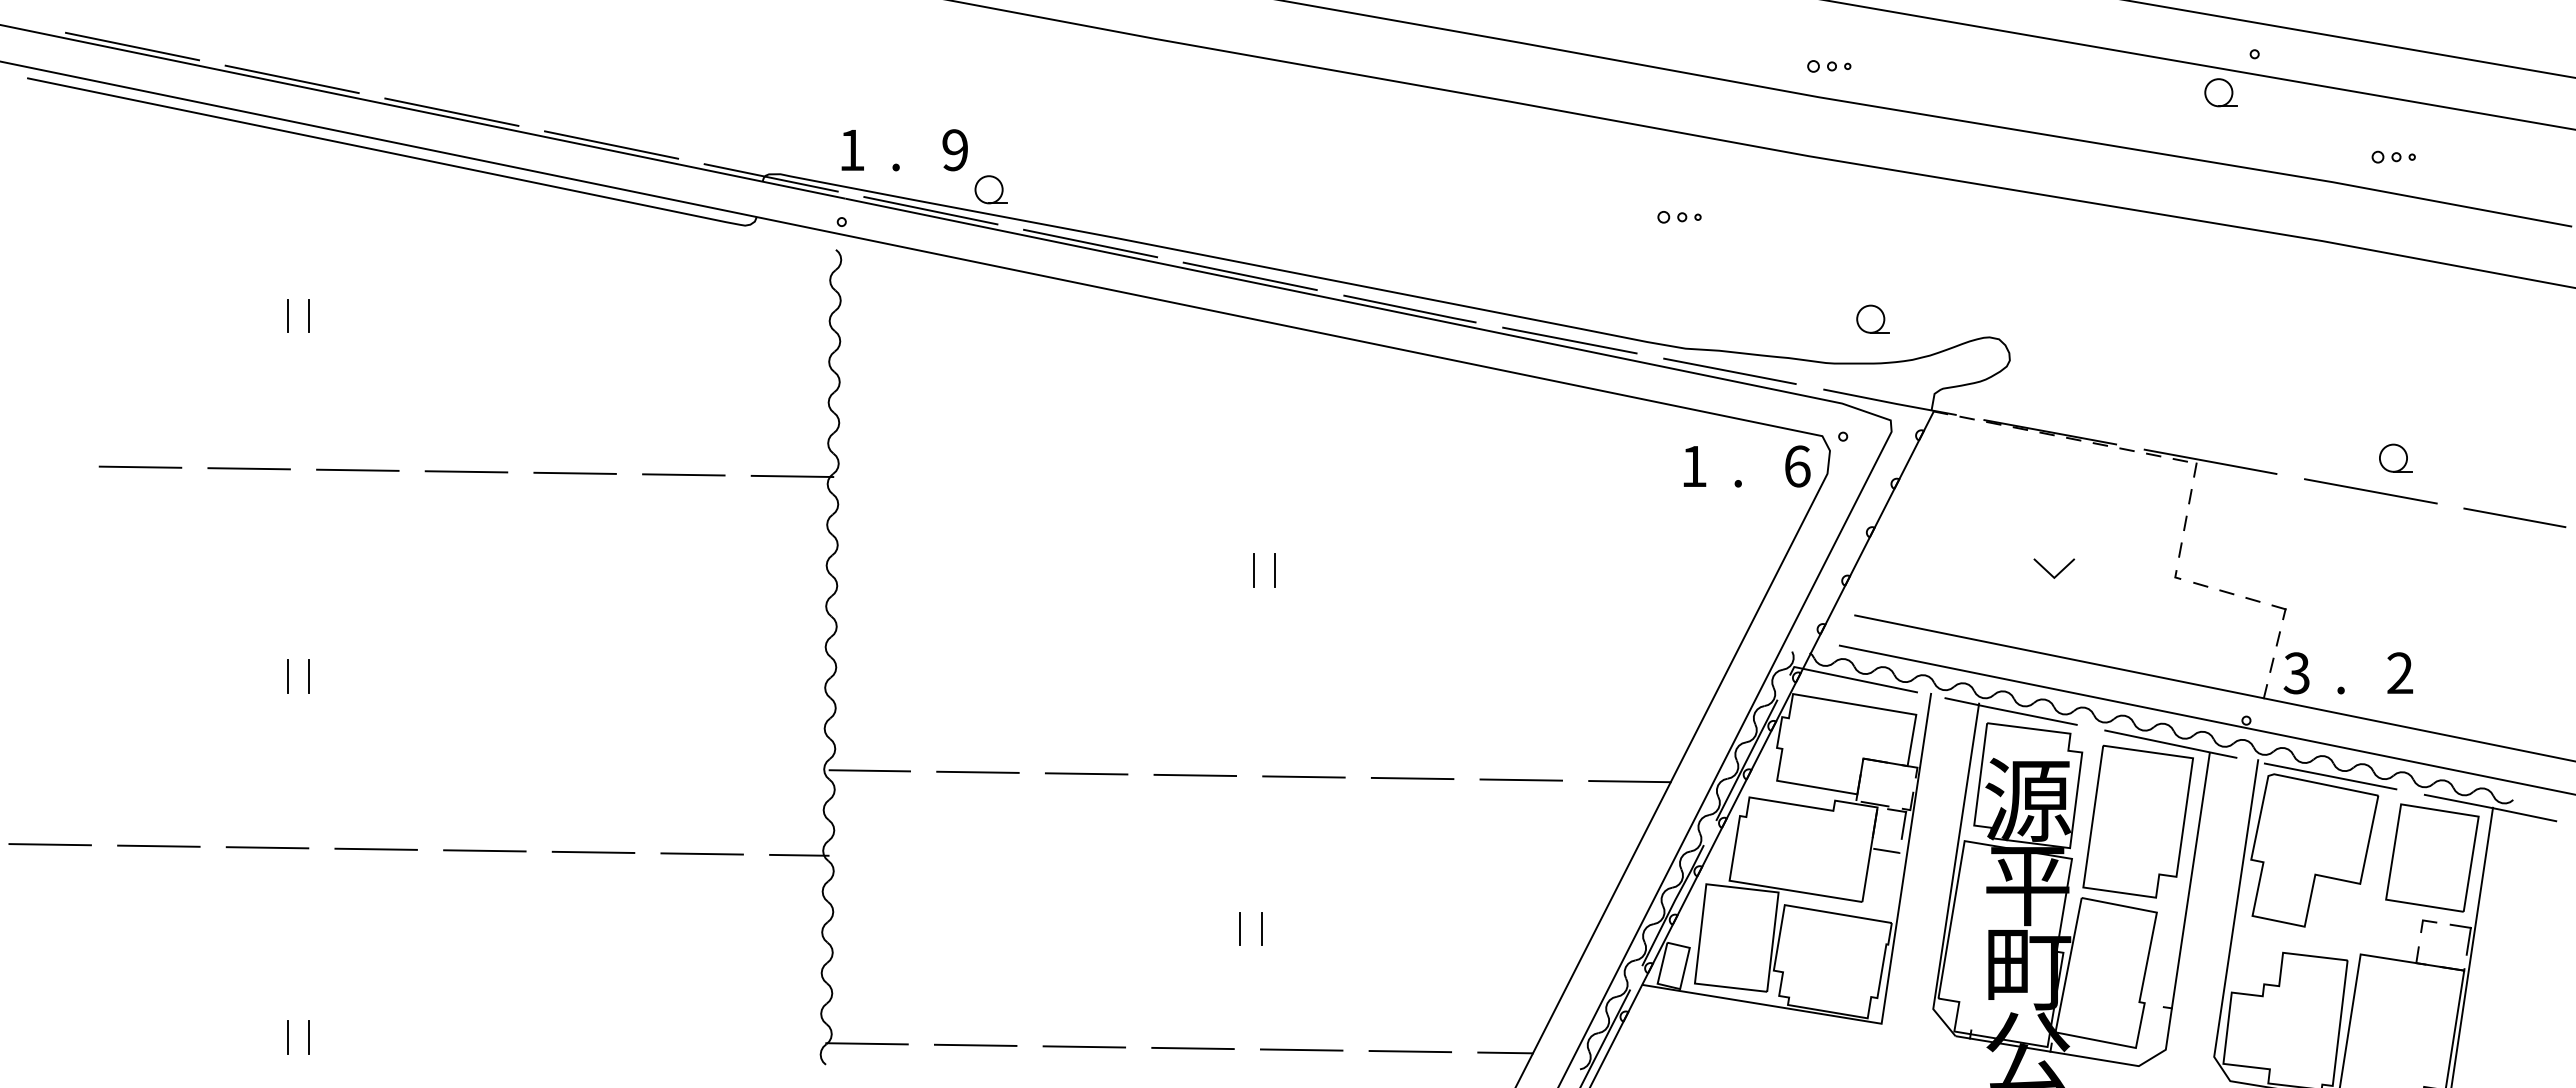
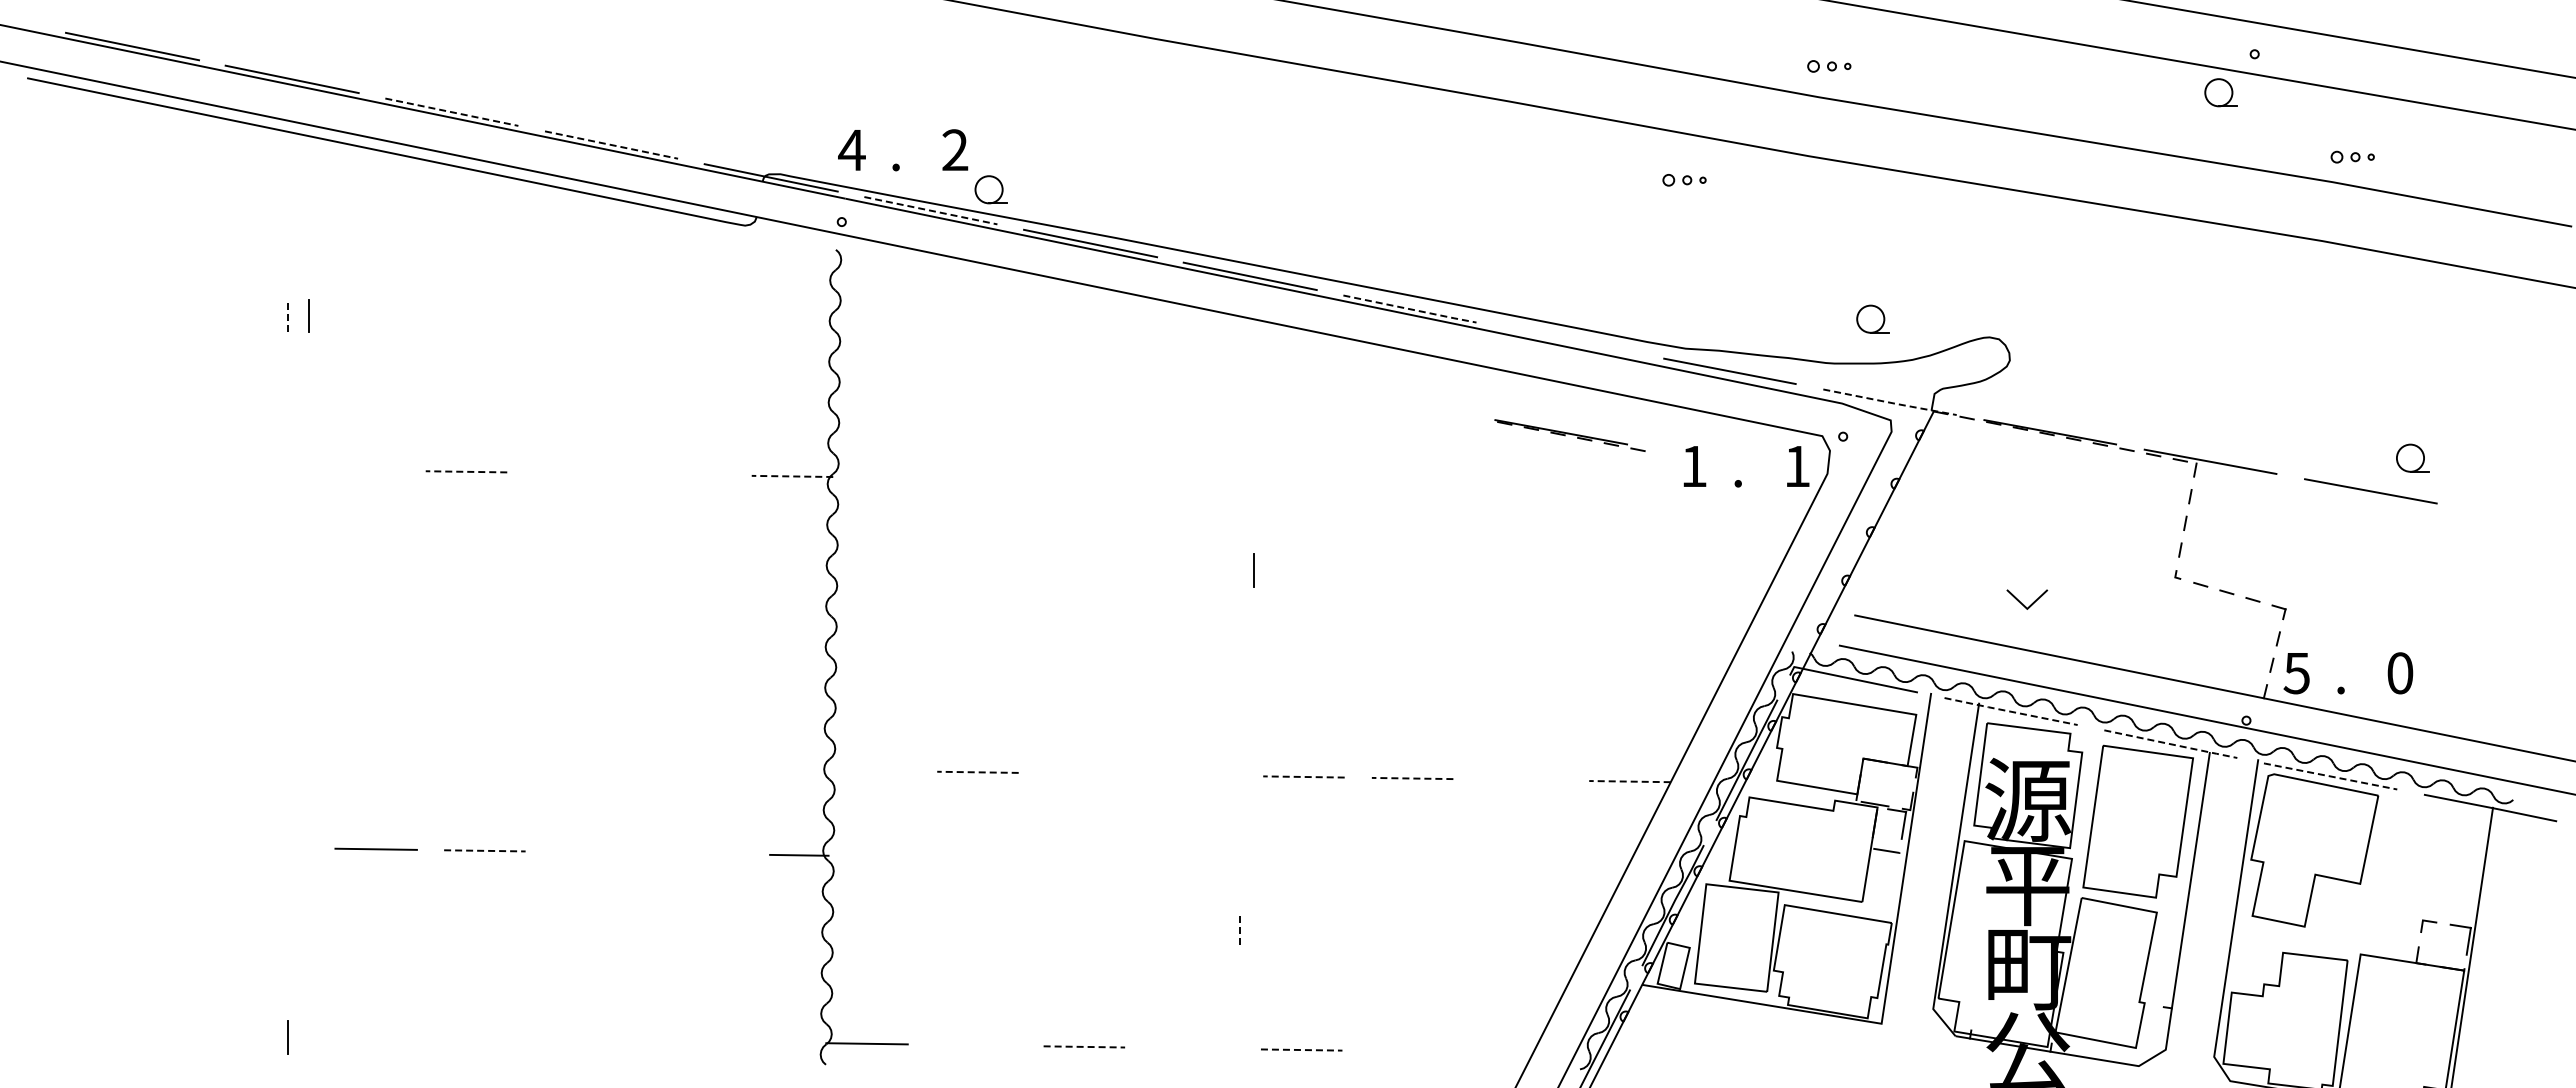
line at (451, 112): solid -> dashed
line at (611, 145): solid -> dashed
text at (851, 150): 1 -> 4
text at (955, 150): 9 -> 2
part at (2393, 156) position: (2393, 156) -> (2352, 156)
line at (930, 210): solid -> dashed
part at (1679, 217) position: (1679, 217) -> (1684, 180)
line at (1410, 309): solid -> dashed
line at (287, 315): solid -> dashed
line at (1569, 340): present -> none
line at (1891, 403): solid -> dashed
part at (1569, 435): none -> present
part at (2395, 457) position: (2395, 457) -> (2412, 457)
line at (140, 466): present -> none
text at (1797, 466): 6 -> 1
line at (248, 468): present -> none
line at (357, 469): present -> none
line at (466, 471): solid -> dashed
line at (574, 472): present -> none
line at (683, 474): present -> none
line at (792, 476): solid -> dashed
line at (2514, 517): present -> none
line at (1274, 570): present -> none
line at (2058, 572) position: (2058, 572) -> (2031, 603)
text at (2296, 672): 3 -> 5
text at (2400, 673): 2 -> 0
line at (287, 676): present -> none
line at (309, 676): present -> none
line at (2010, 711): solid -> dashed
line at (2171, 744): solid -> dashed
line at (869, 770): present -> none
line at (977, 772): solid -> dashed
line at (1086, 773): present -> none
line at (1195, 775): present -> none
line at (1303, 776): solid -> dashed
line at (2330, 776): solid -> dashed
line at (1412, 778): solid -> dashed
line at (1521, 779): present -> none
line at (1629, 781): solid -> dashed
line at (49, 844): present -> none
line at (158, 845): present -> none
line at (267, 847): present -> none
line at (484, 850): solid -> dashed
line at (593, 851): present -> none
line at (701, 853): present -> none
part at (2432, 857): present -> none
line at (1240, 928): solid -> dashed
line at (1262, 928): present -> none
line at (309, 1036): present -> none
line at (975, 1044): present -> none
line at (1084, 1046): solid -> dashed
line at (1192, 1048): present -> none
line at (1301, 1050): solid -> dashed
line at (1410, 1051): present -> none
line at (1505, 1052): present -> none
